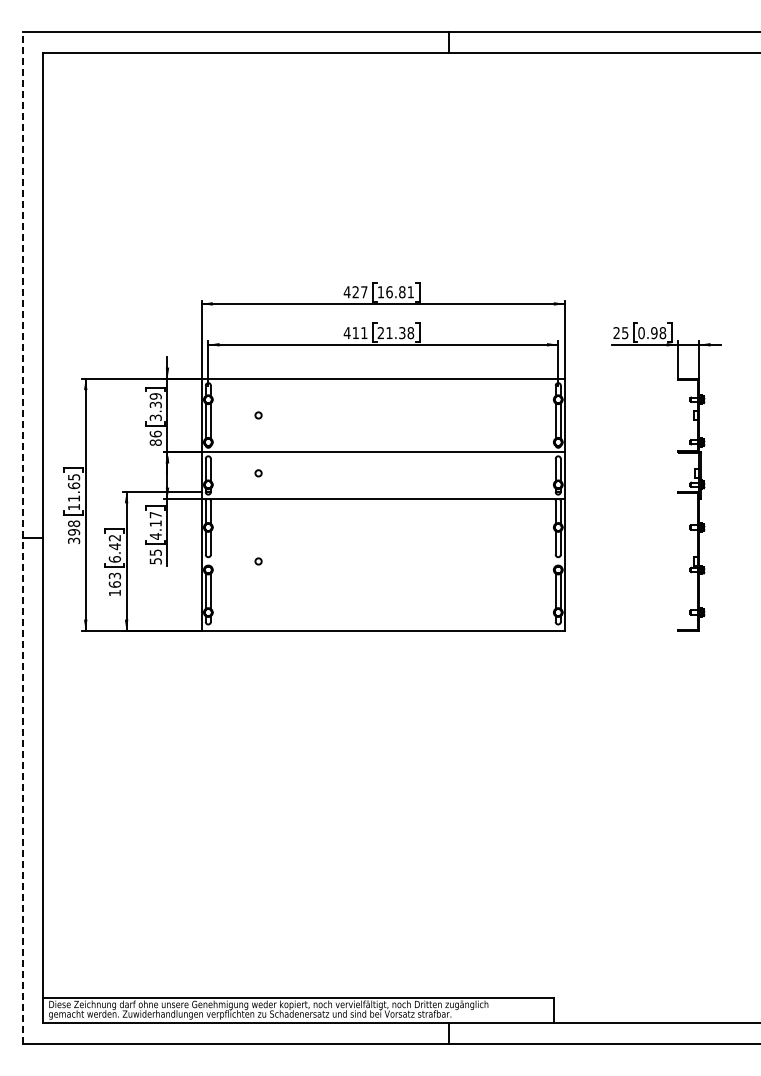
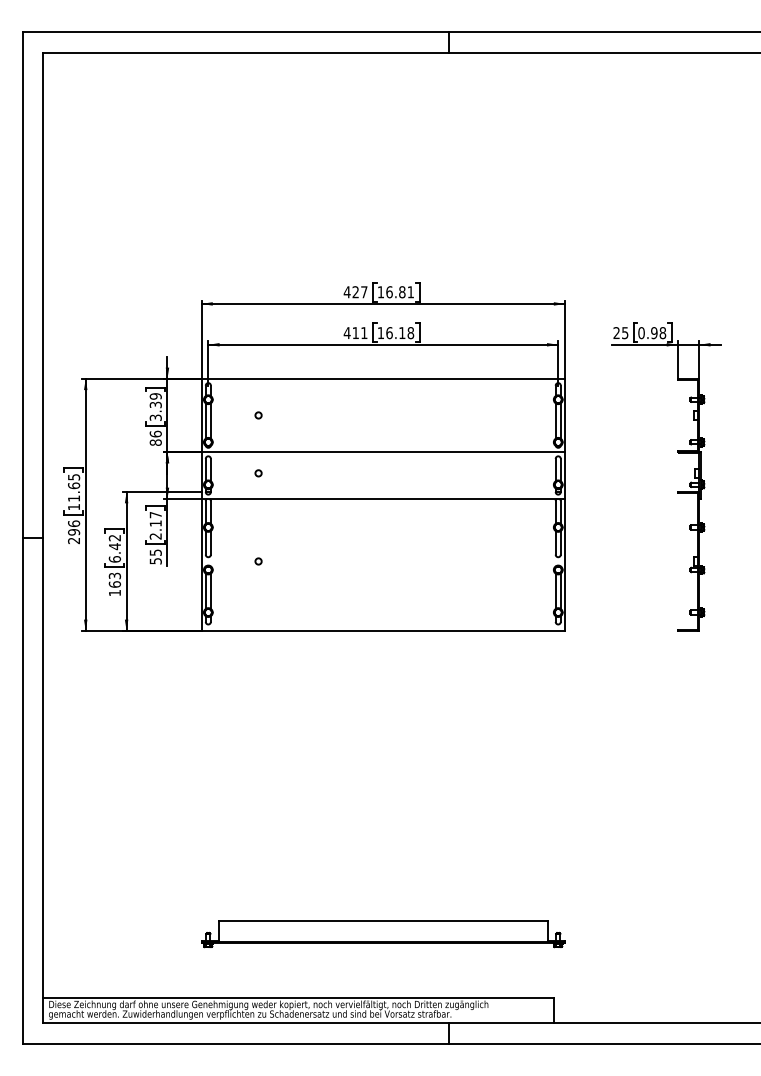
text at (391, 333): 21.38 -> 16.18
text at (74, 532): 398 -> 296
text at (155, 535): 4.17 -> 2.17
line at (22, 538): dashed -> solid
part at (383, 934): none -> present
